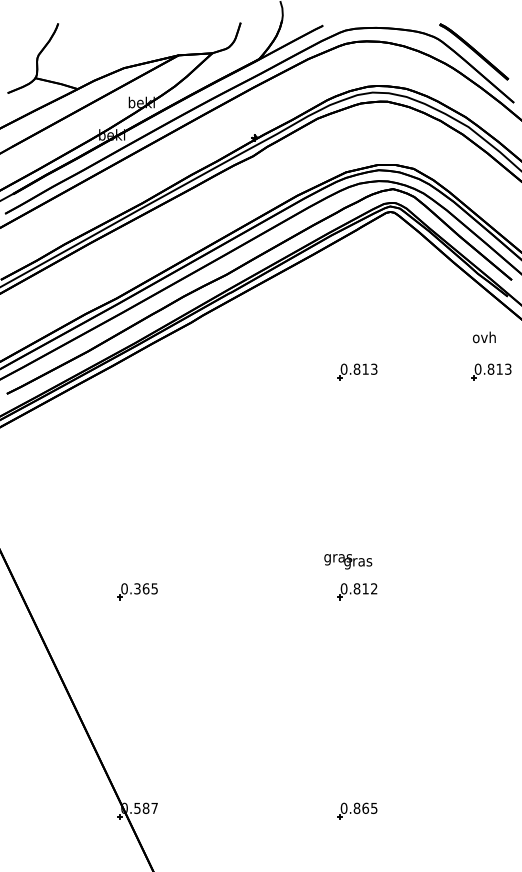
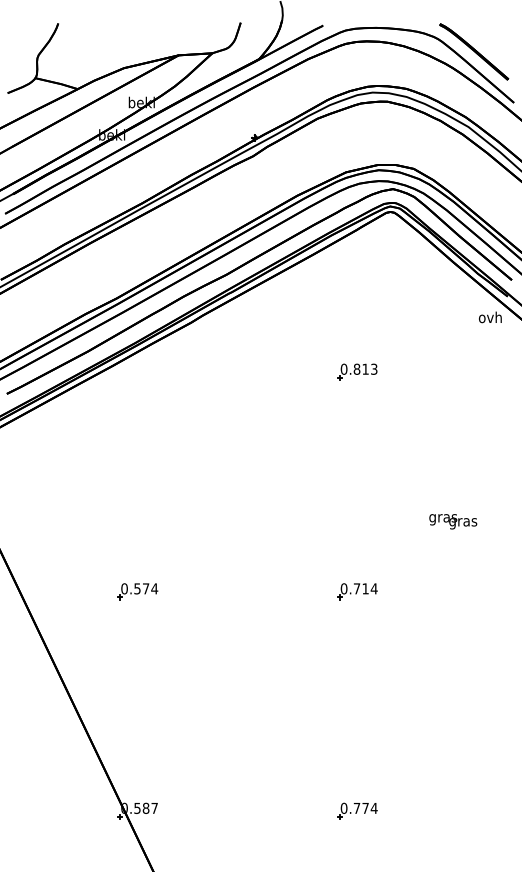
text at (484, 337) position: (484, 337) -> (490, 317)
part at (491, 371): present -> none
text at (348, 561) position: (348, 561) -> (453, 521)
text at (146, 588): 0.365 -> 0.574
text at (365, 588): 0.812 -> 0.714
text at (365, 807): 0.865 -> 0.774
